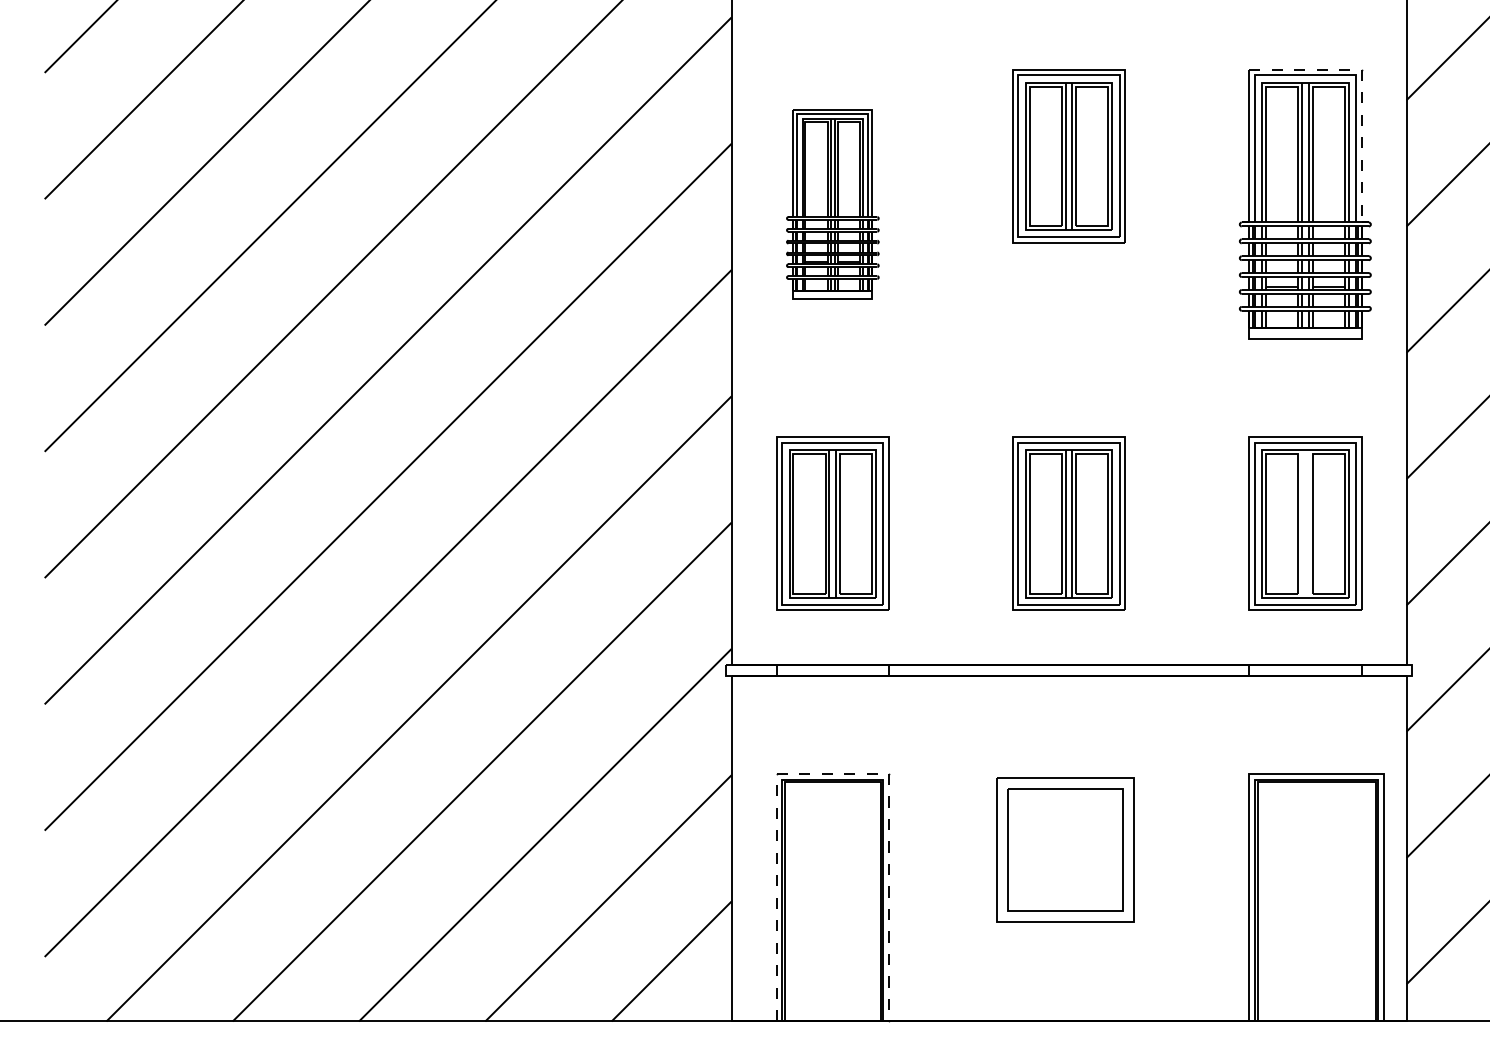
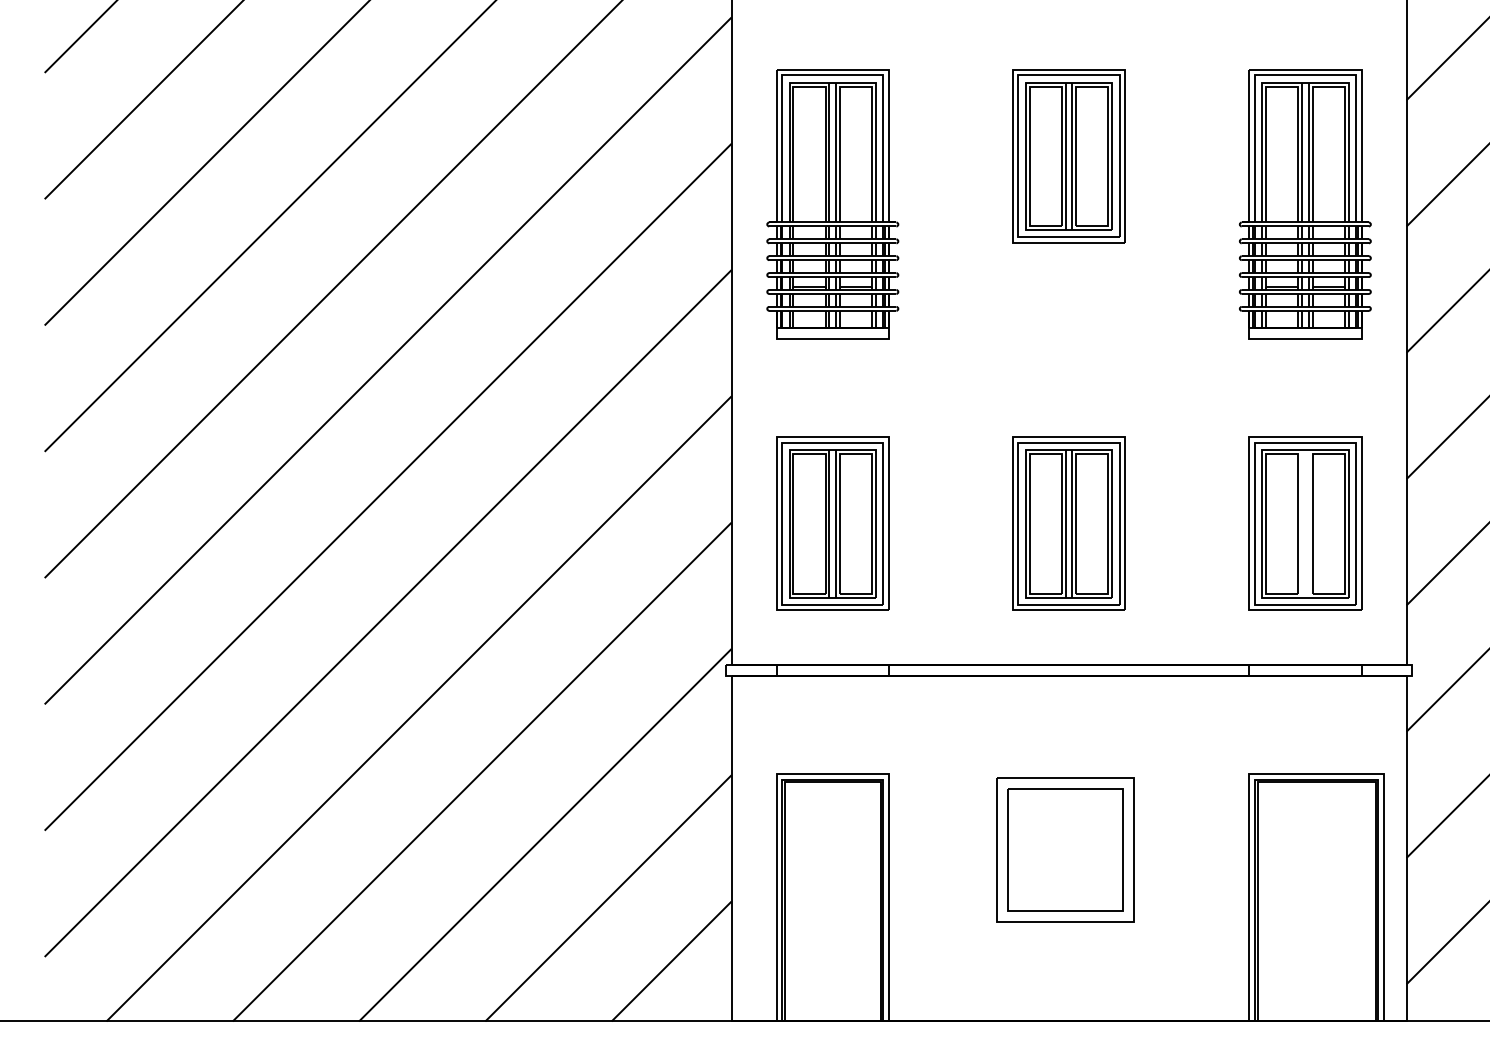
line at (1361, 89): dashed -> solid
part at (832, 204) size: 94x191 px -> 134x271 px
line at (833, 773): dashed -> solid
